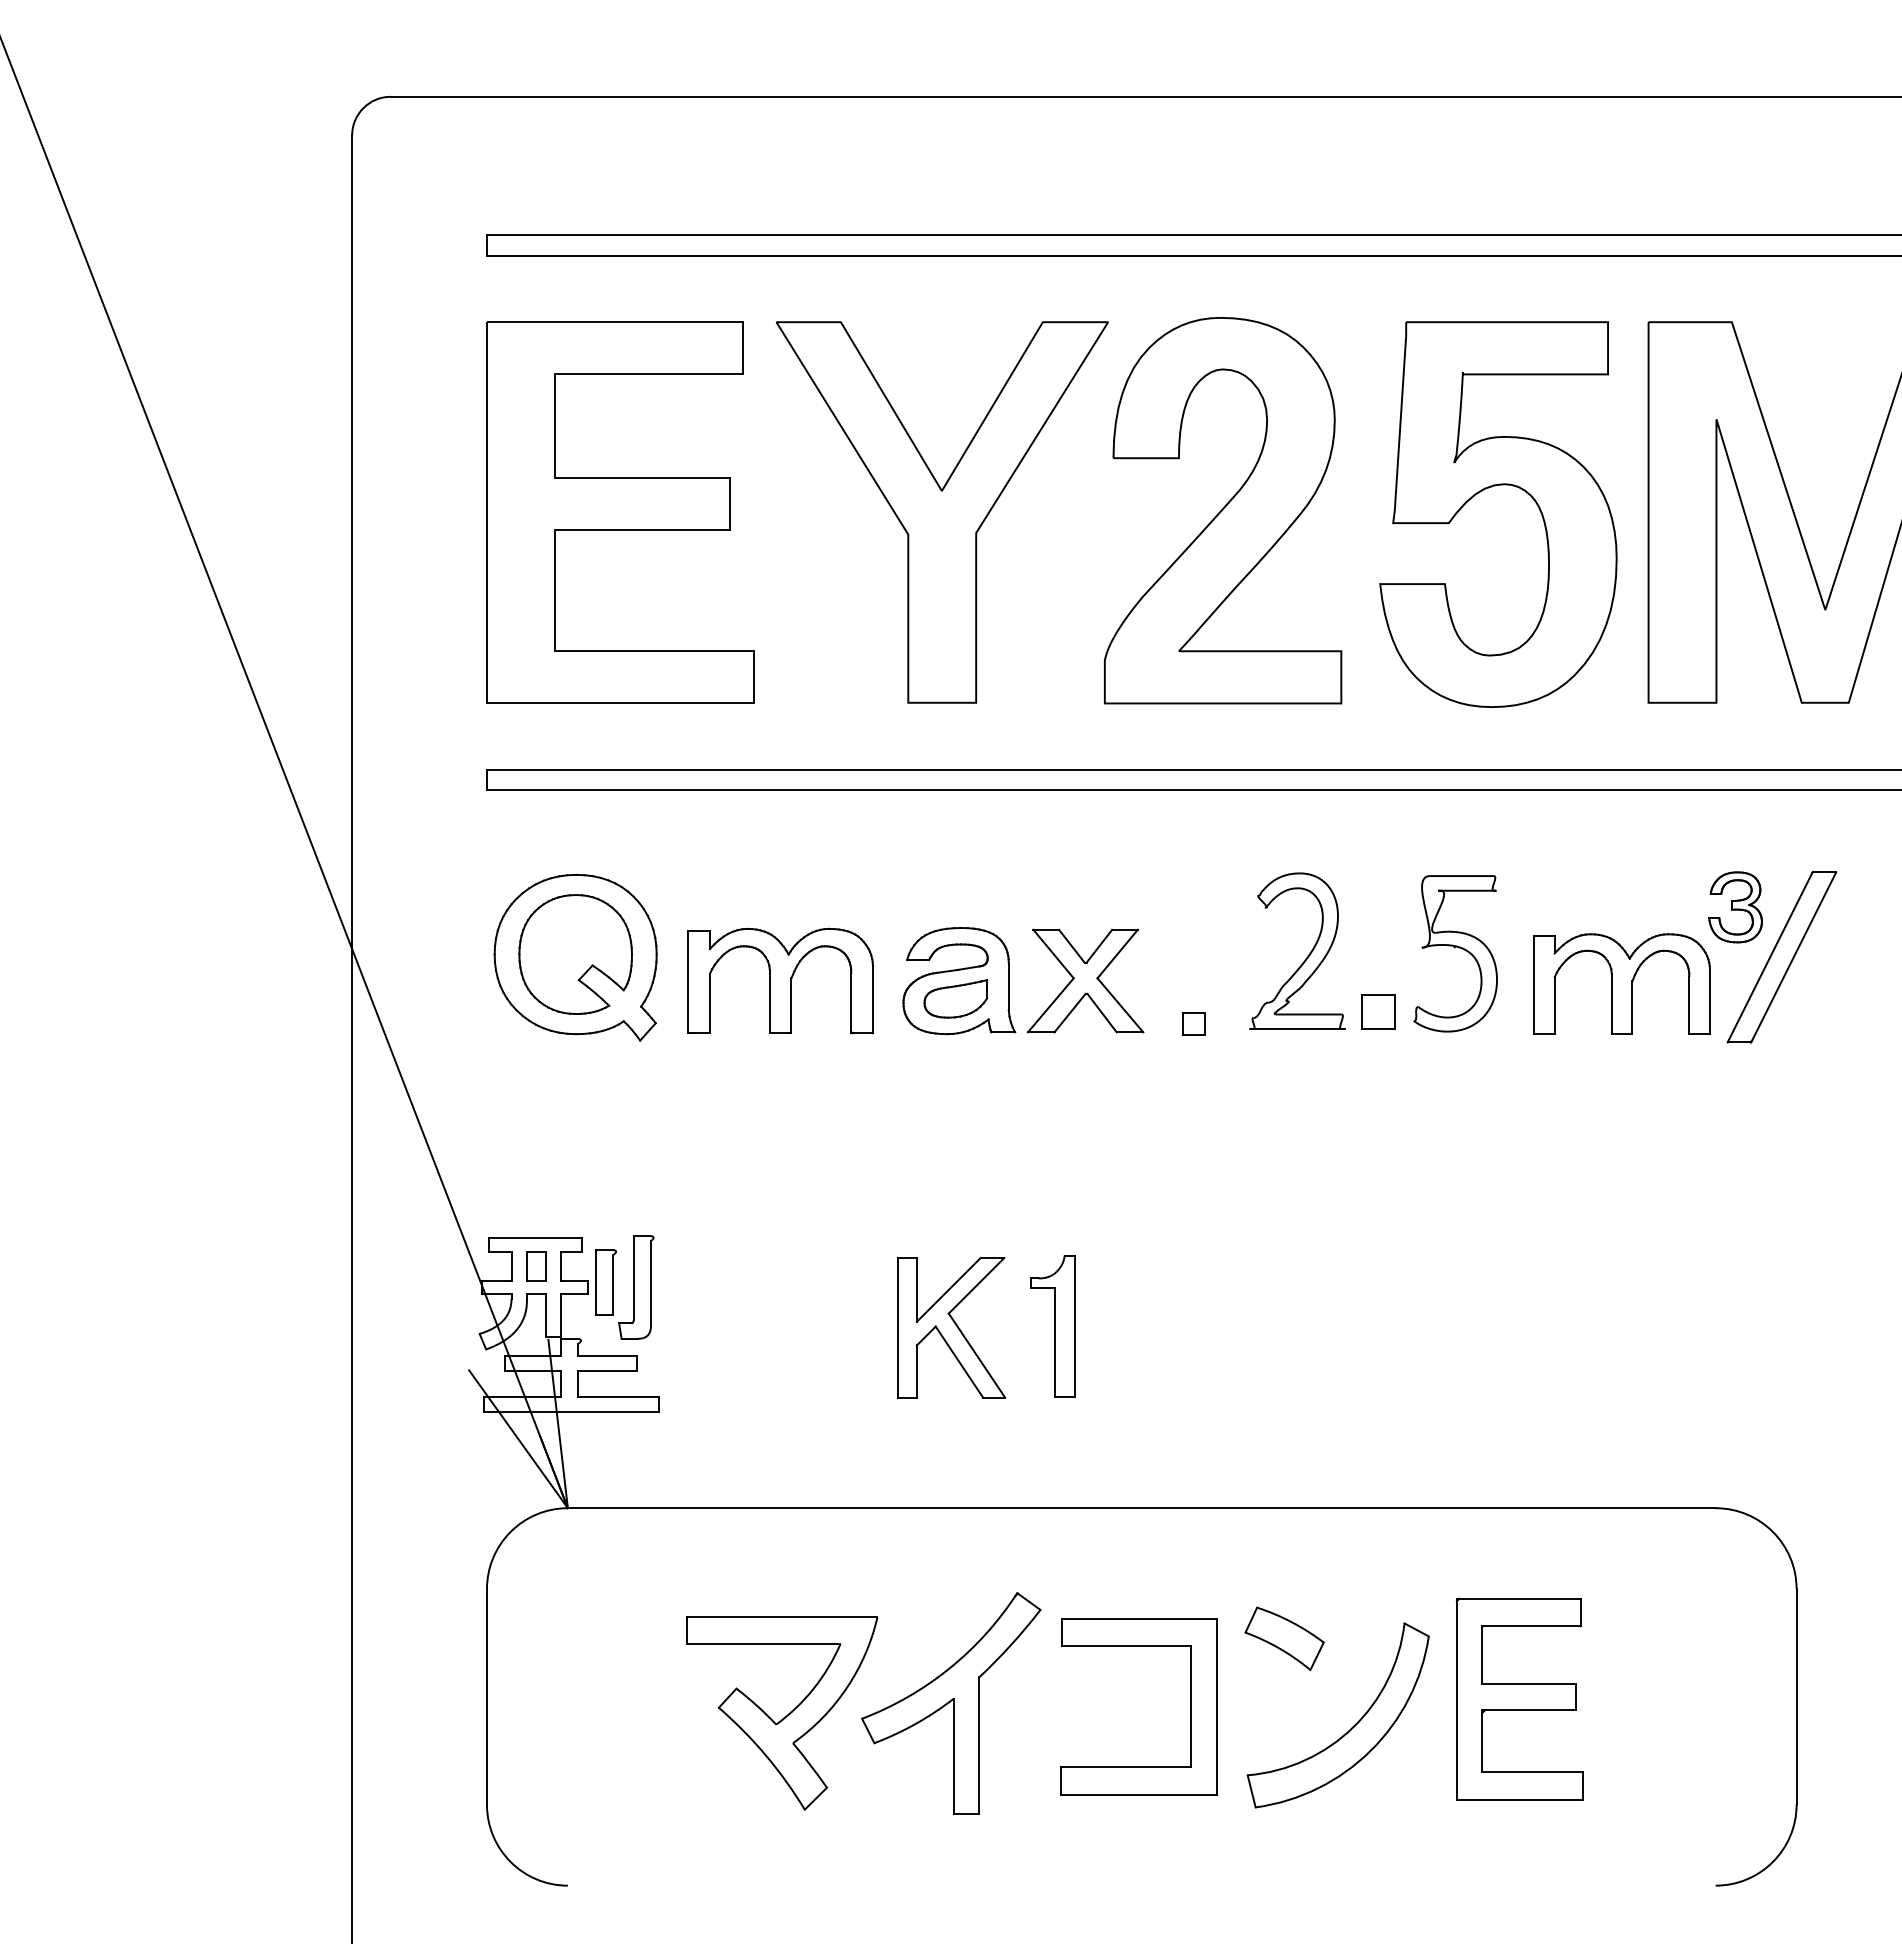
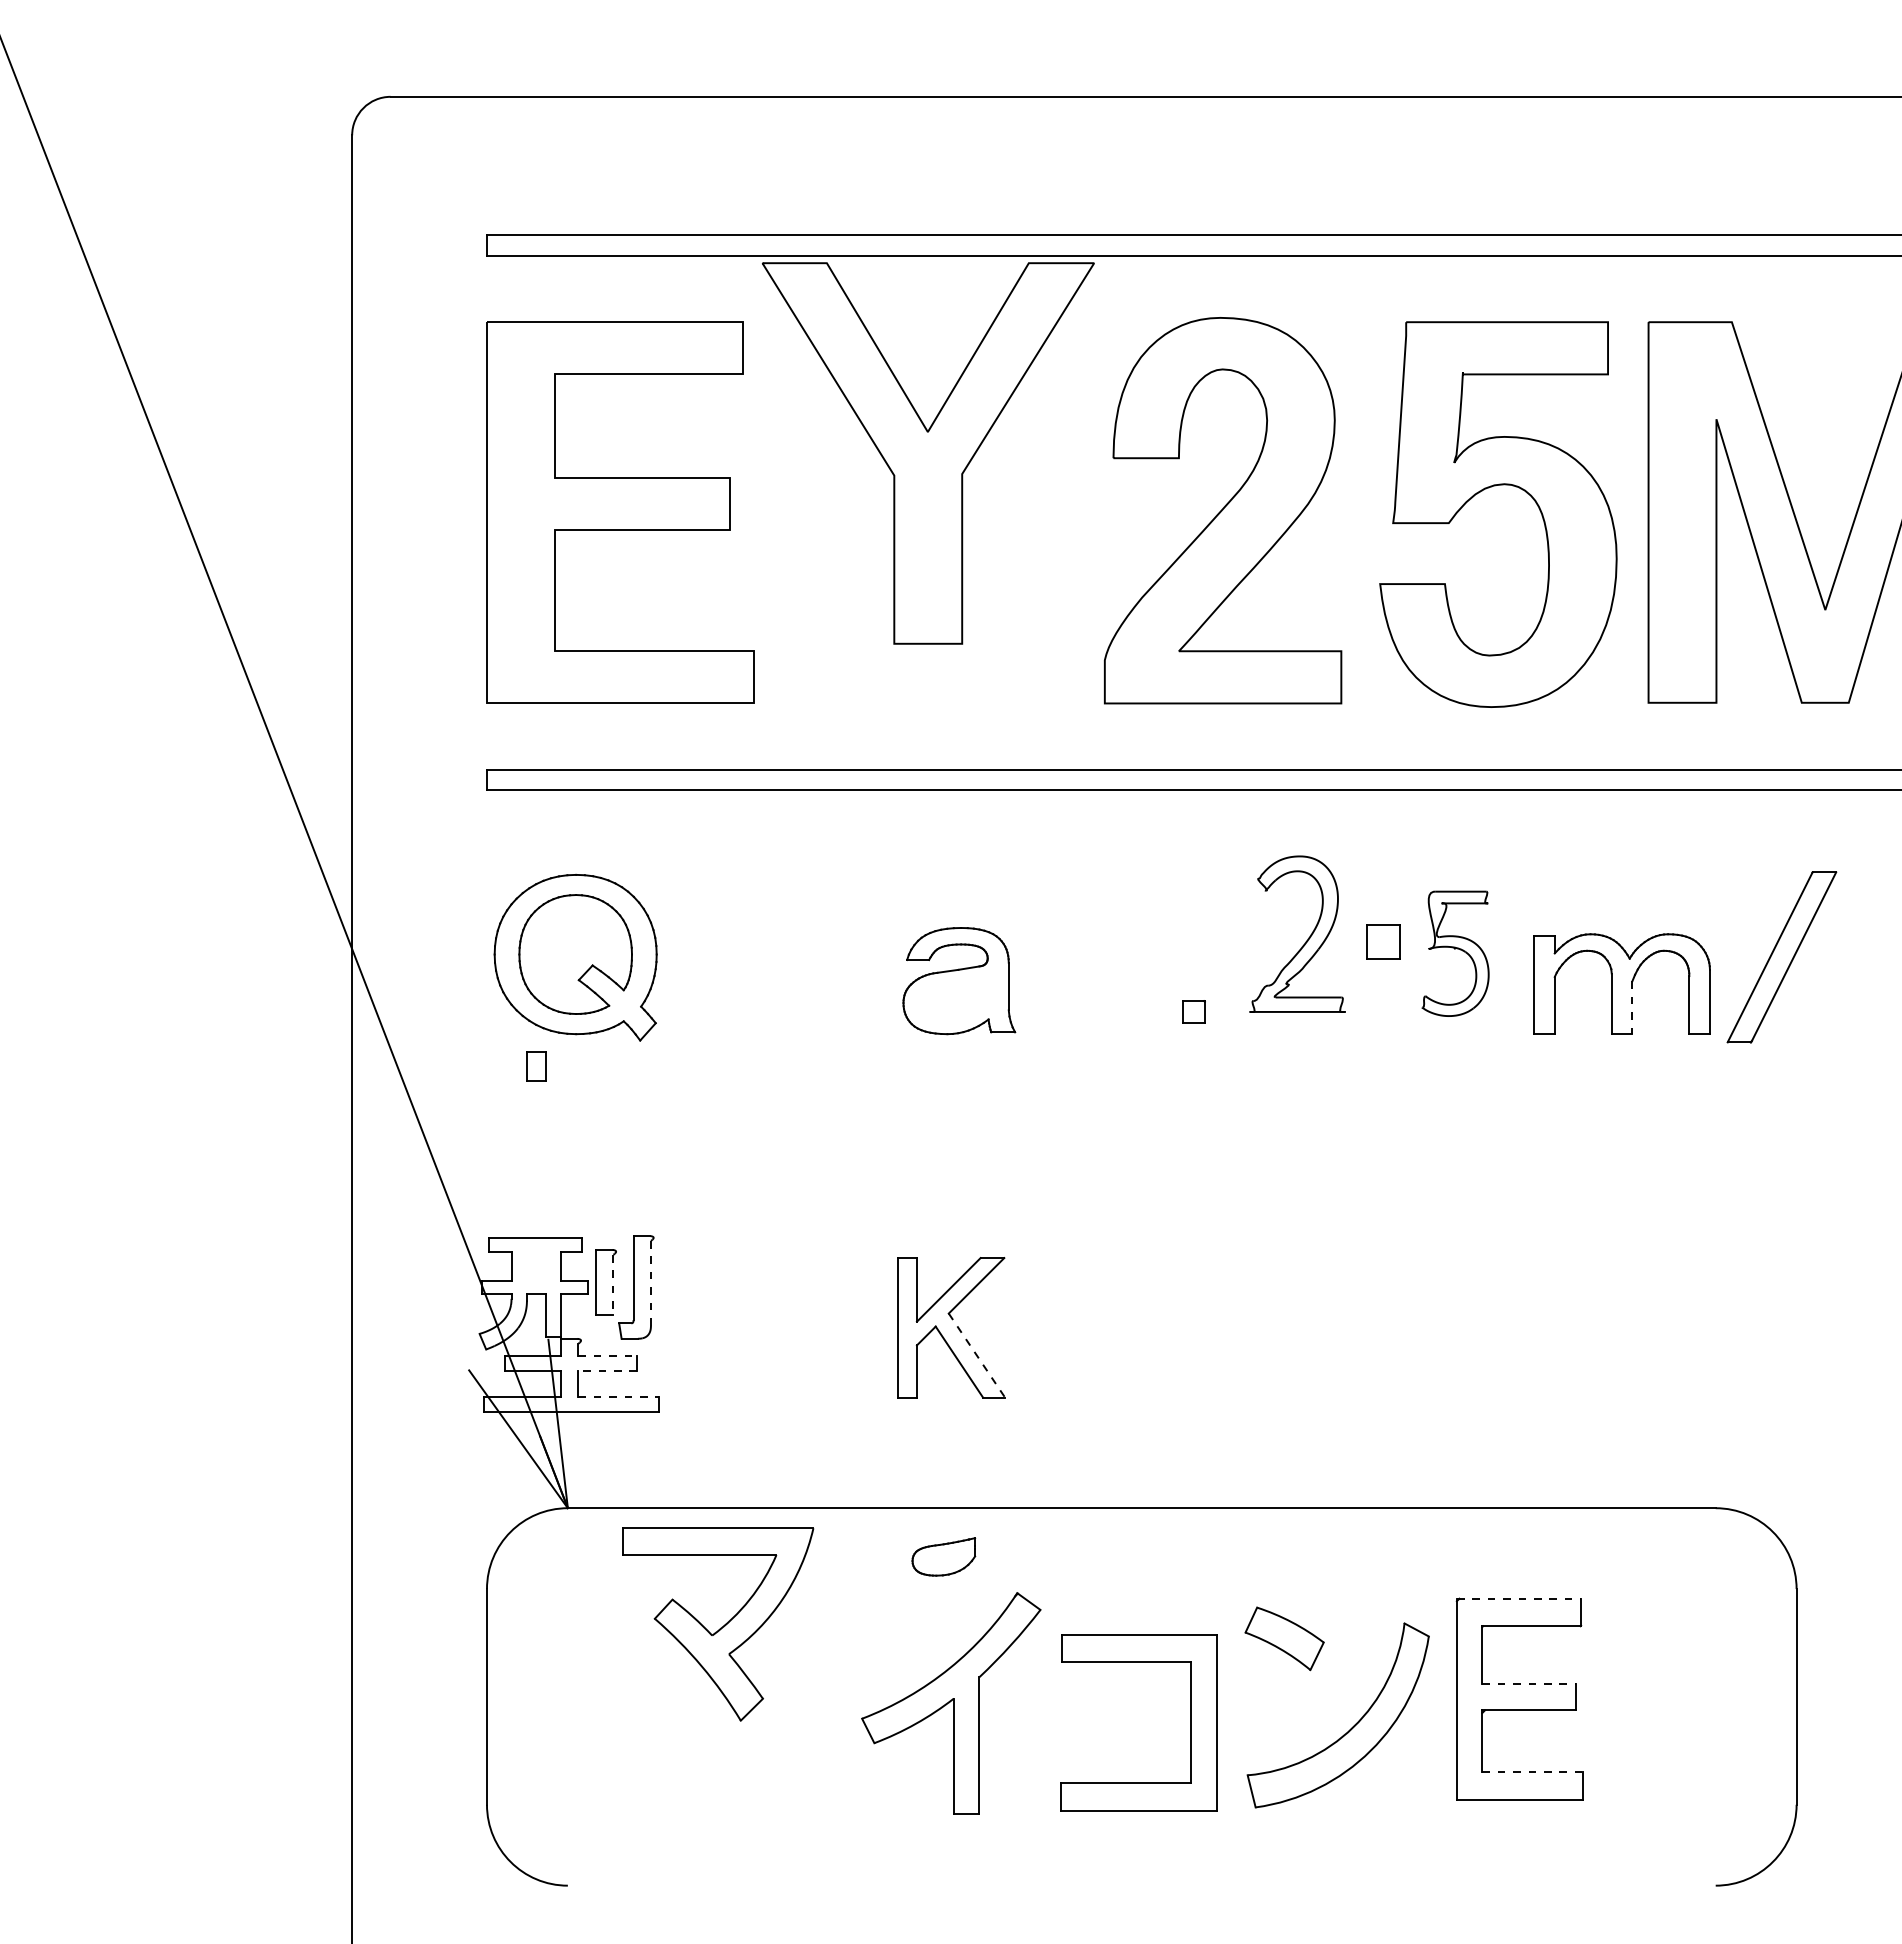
part at (941, 512) position: (941, 512) -> (927, 453)
part at (1735, 907): present -> none
part at (1455, 953) size: 85x158 px -> 69x127 px
part at (1305, 958) position: (1305, 958) -> (1305, 941)
part at (780, 980): present -> none
part at (1085, 980): present -> none
part at (955, 998) position: (955, 998) -> (943, 1556)
line at (1632, 1007): solid -> dashed
part at (1378, 1011) position: (1378, 1011) -> (1383, 941)
part at (1193, 1023) position: (1193, 1023) -> (1193, 1011)
part at (536, 1266) position: (536, 1266) -> (536, 1066)
line at (650, 1283): solid -> dashed
line at (613, 1285): solid -> dashed
part at (1052, 1326): present -> none
line at (608, 1355): solid -> dashed
line at (976, 1355): solid -> dashed
line at (607, 1371): solid -> dashed
line at (619, 1396): solid -> dashed
line at (1519, 1598): solid -> dashed
line at (1529, 1683): solid -> dashed
part at (1190, 1706) position: (1190, 1706) -> (1190, 1722)
part at (782, 1713) position: (782, 1713) -> (718, 1624)
line at (1533, 1771): solid -> dashed
